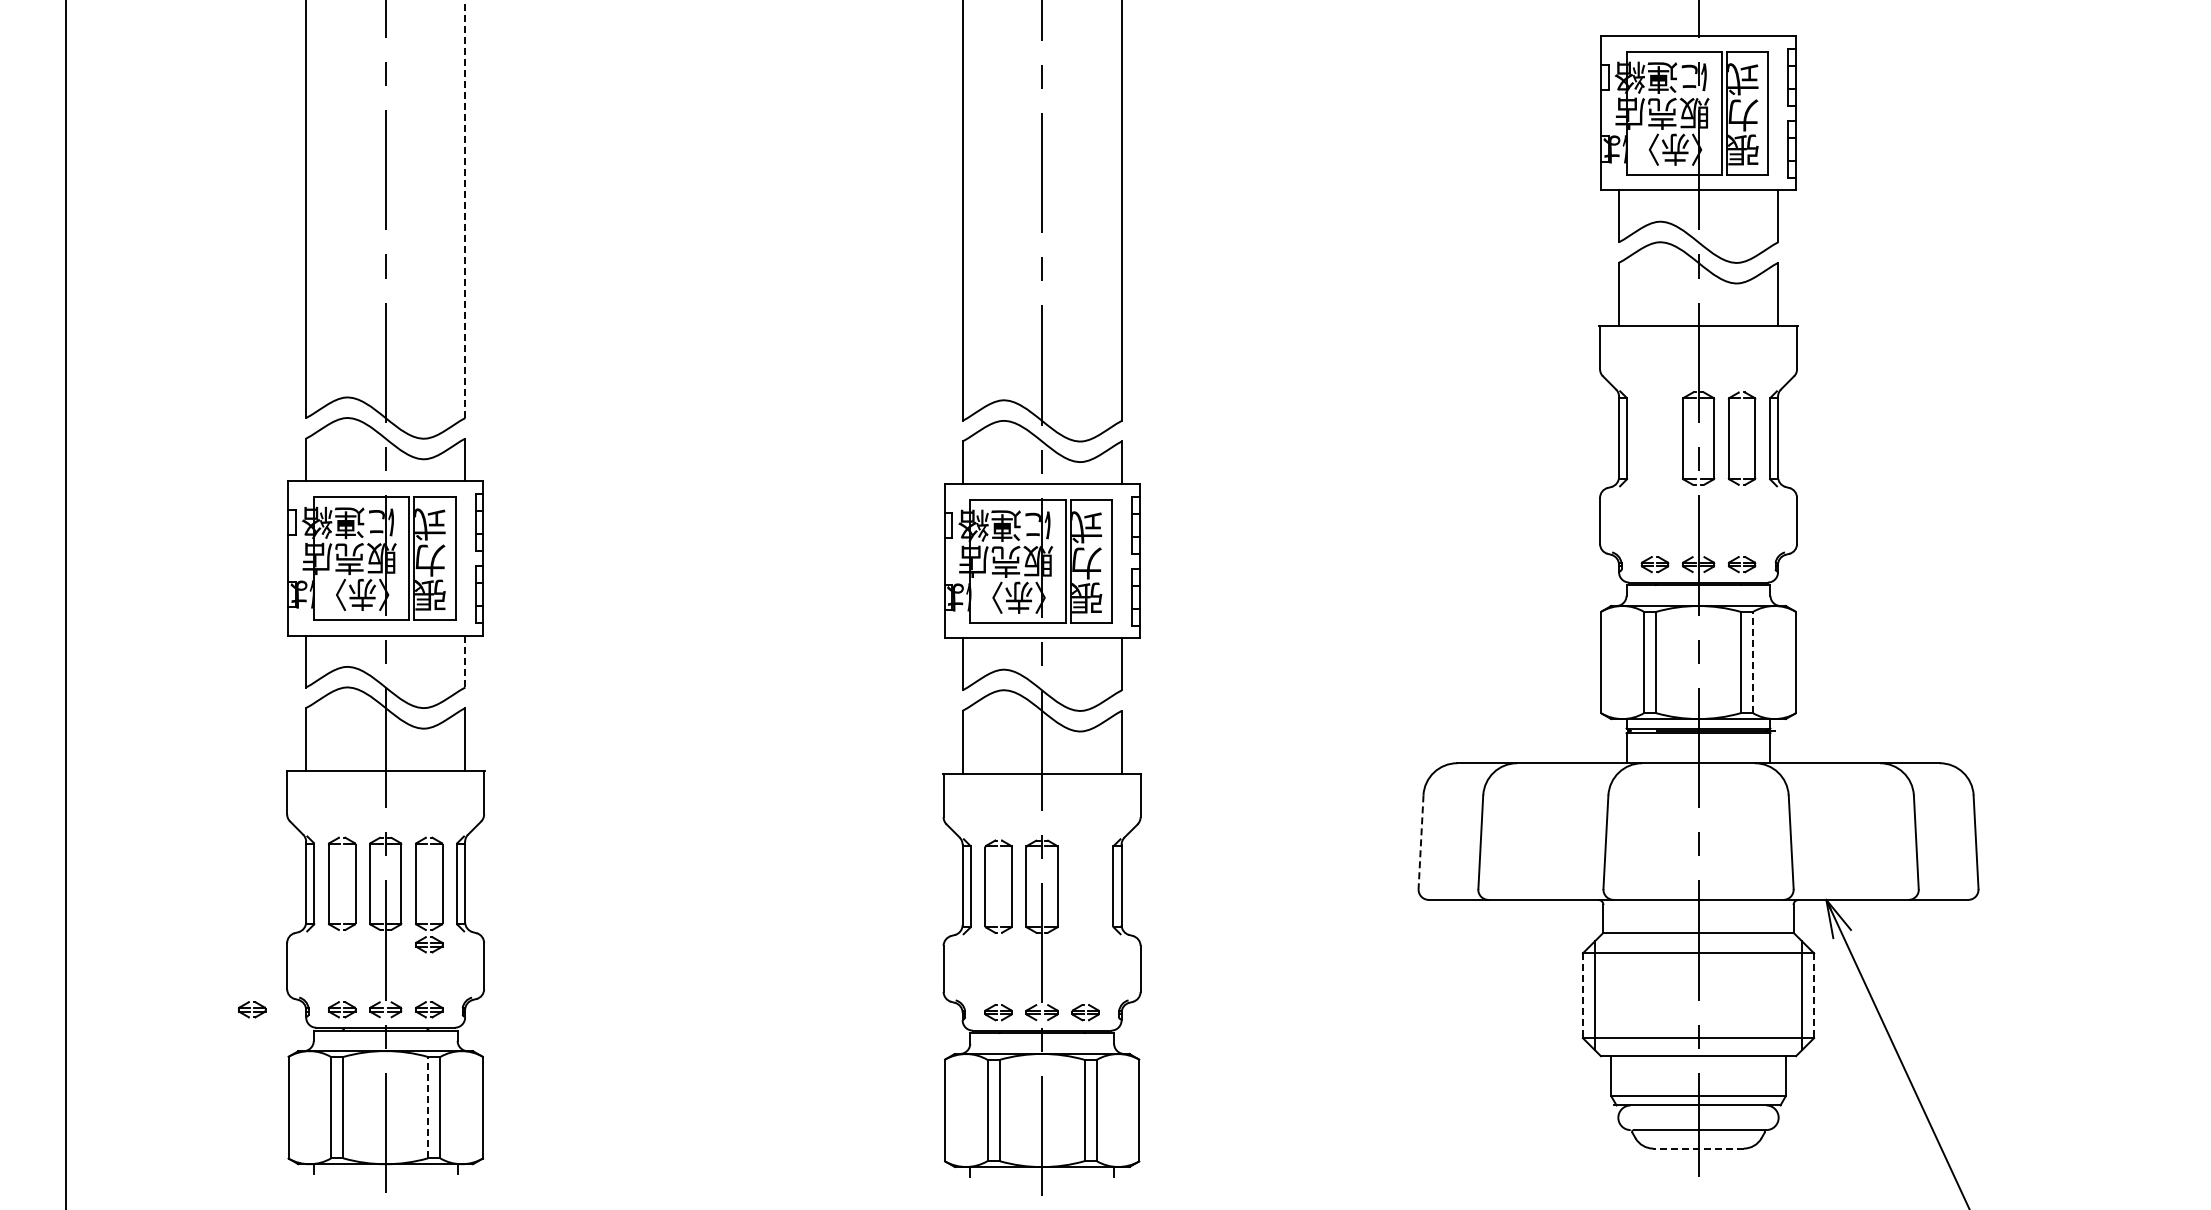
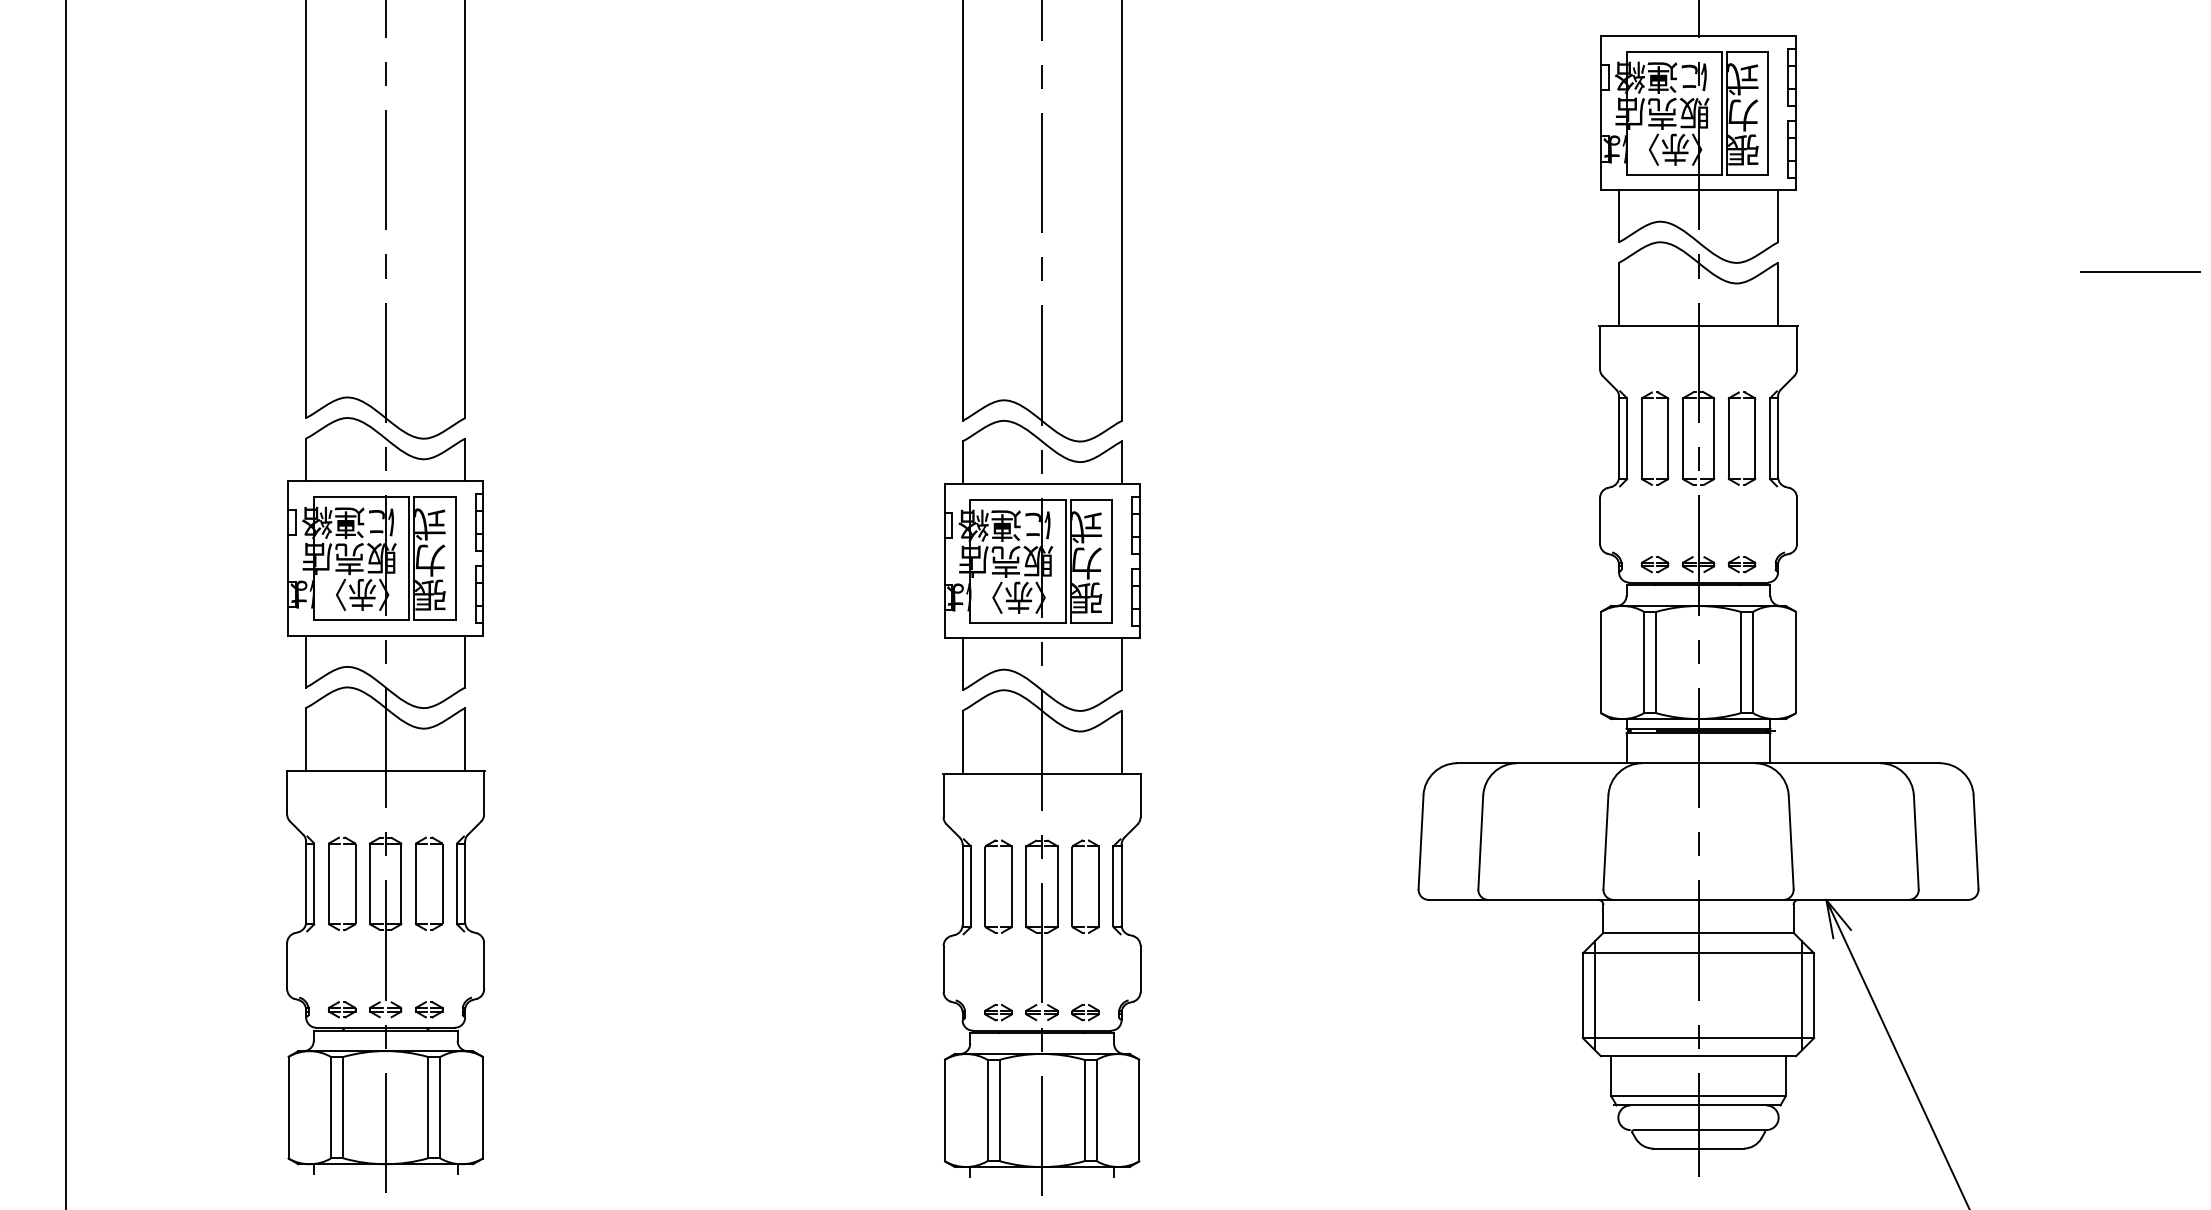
line at (465, 209): dashed -> solid
line at (2143, 272): none -> present
part at (1642, 438): none -> present
line at (465, 661): dashed -> solid
line at (1752, 662): dashed -> solid
line at (1421, 842): dashed -> solid
part at (1072, 886): none -> present
part at (429, 944): present -> none
line at (1582, 996): dashed -> solid
line at (1814, 996): dashed -> solid
part at (252, 1009): present -> none
line at (428, 1107): dashed -> solid
line at (1698, 1148): dashed -> solid
